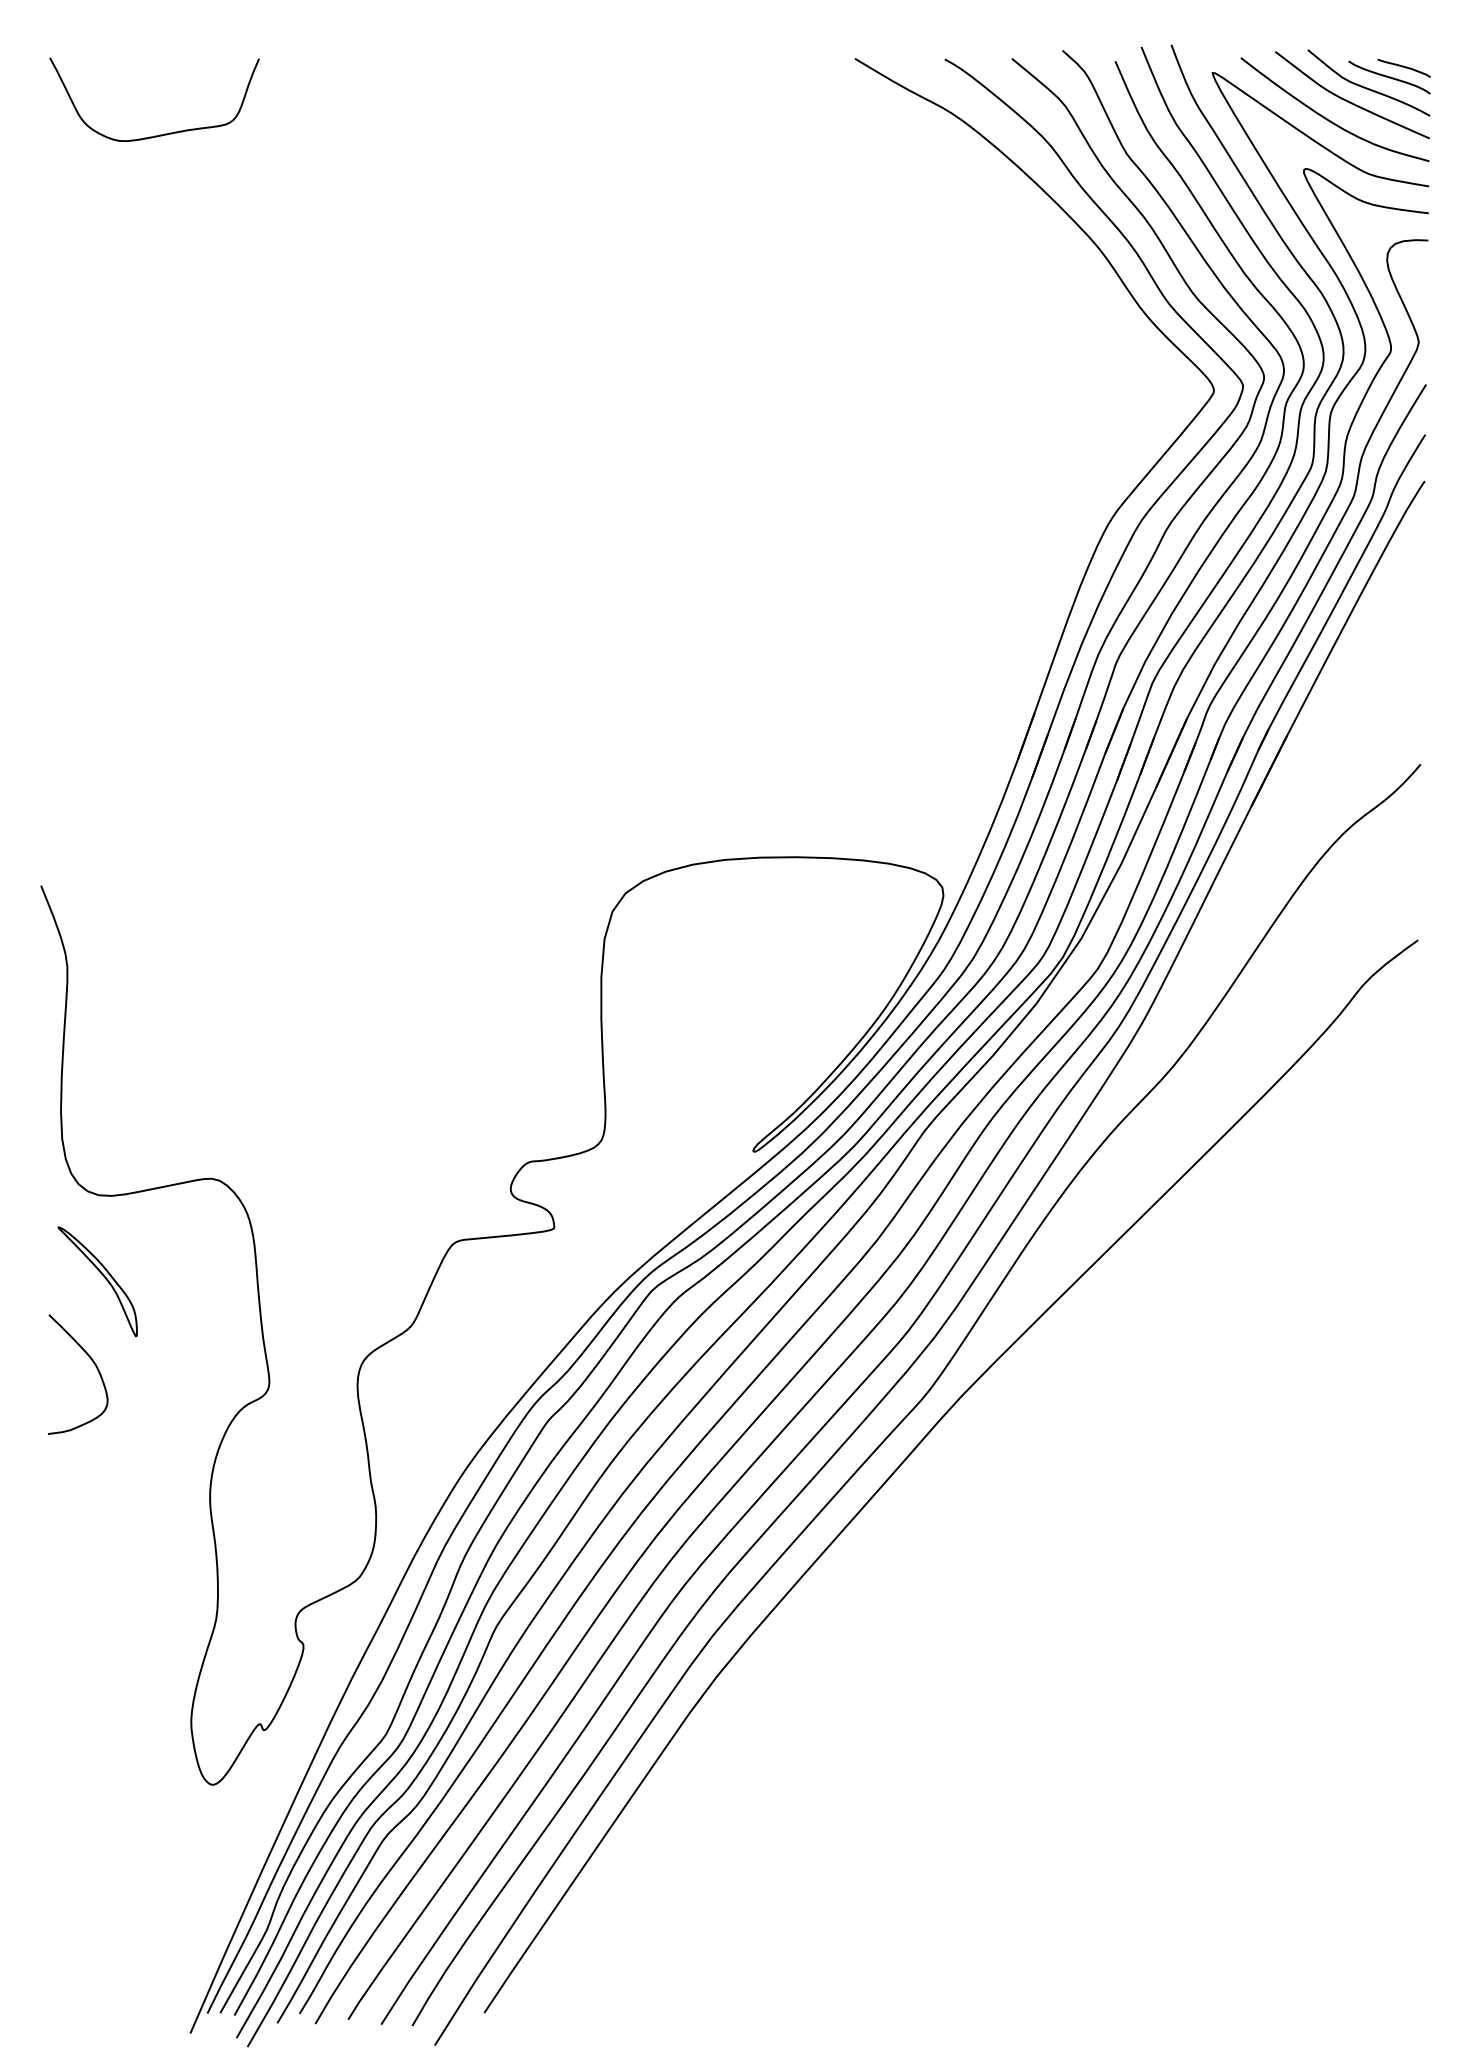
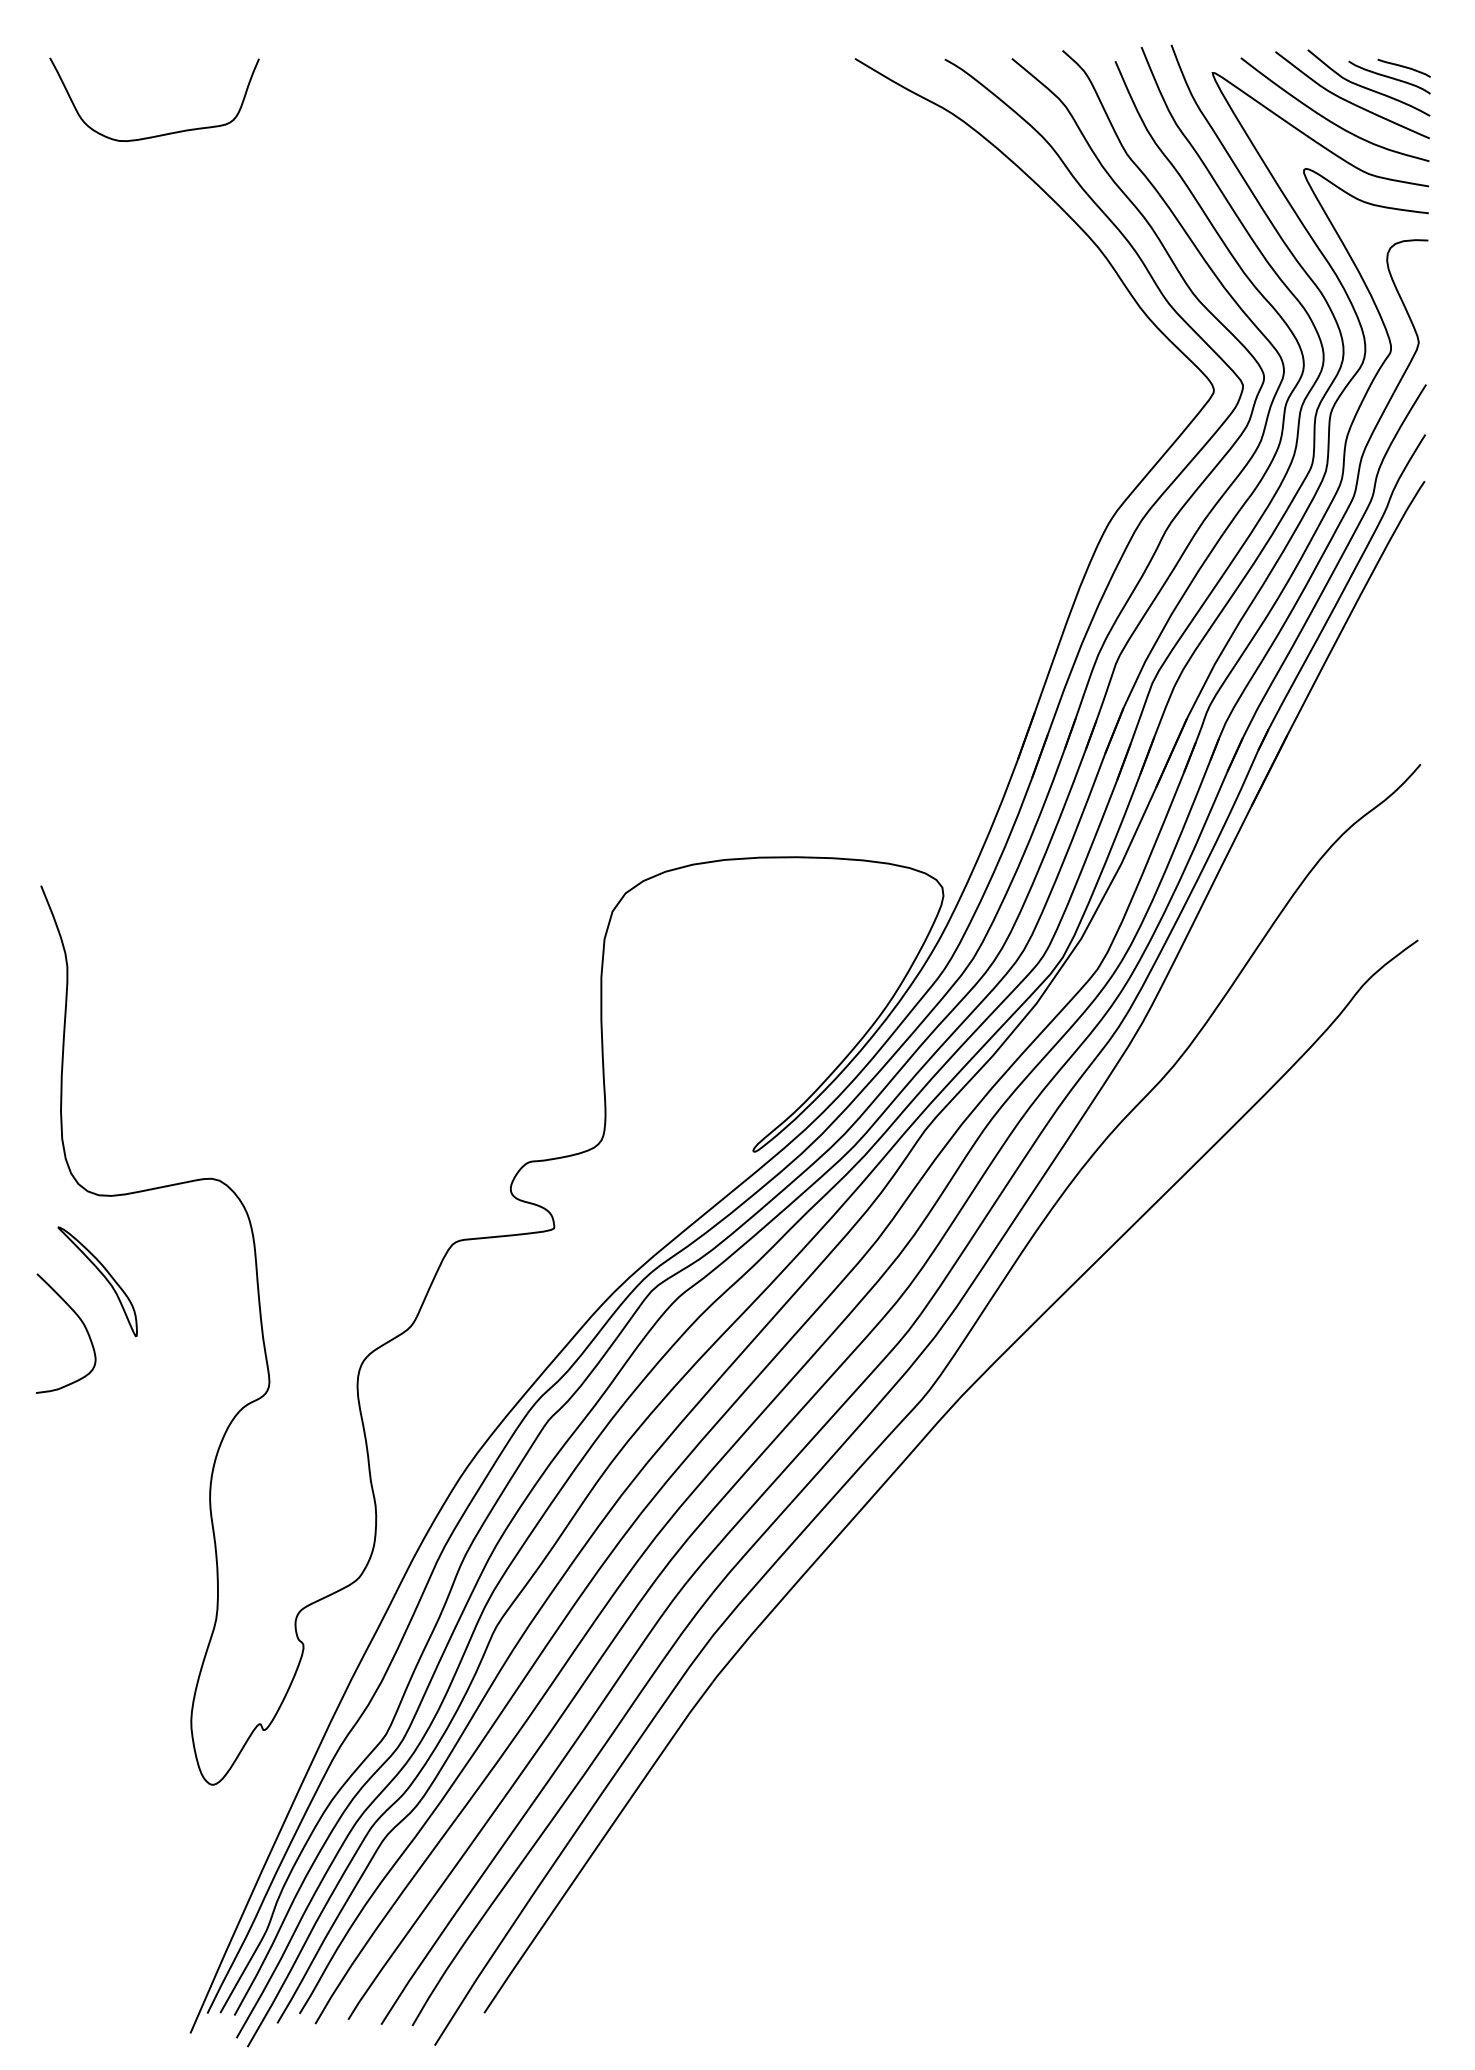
curve at (94, 1365) position: (94, 1365) -> (82, 1324)
